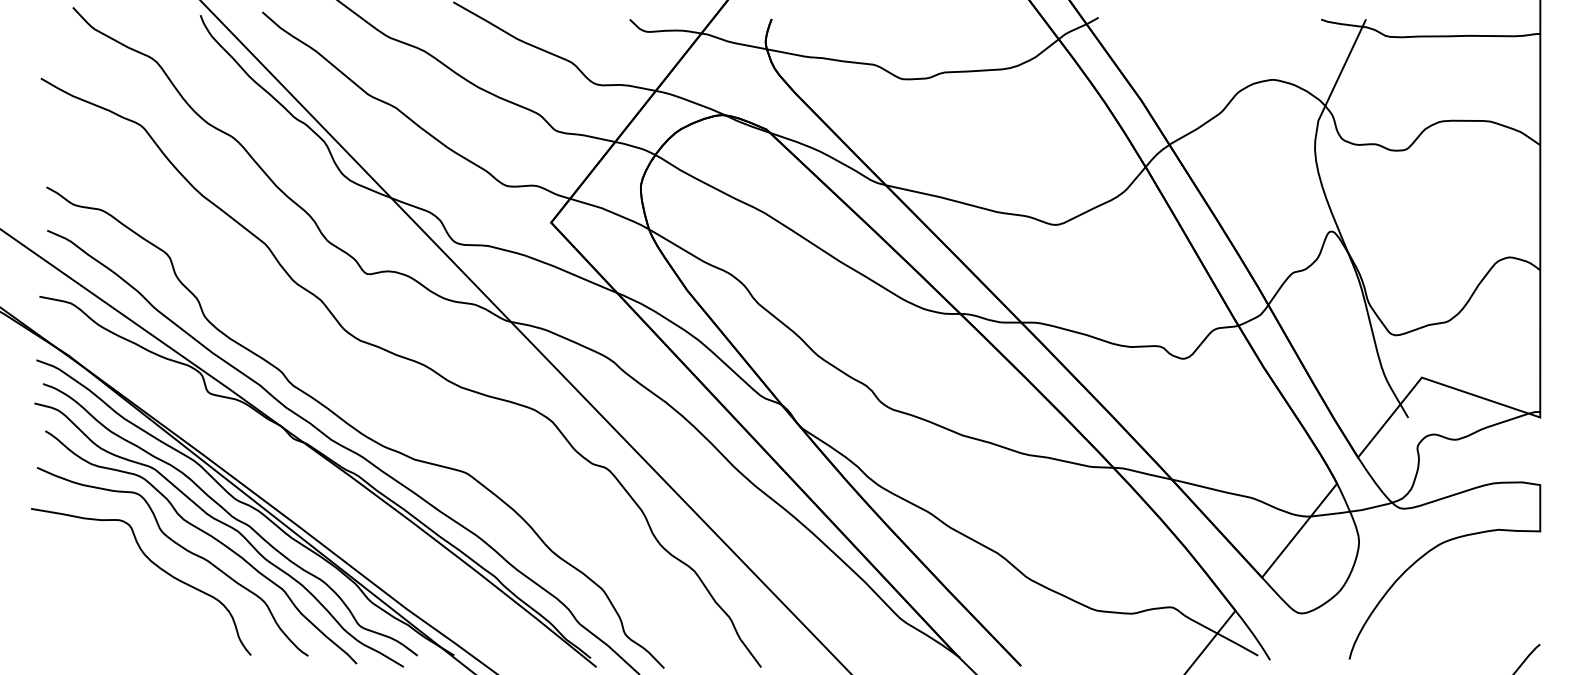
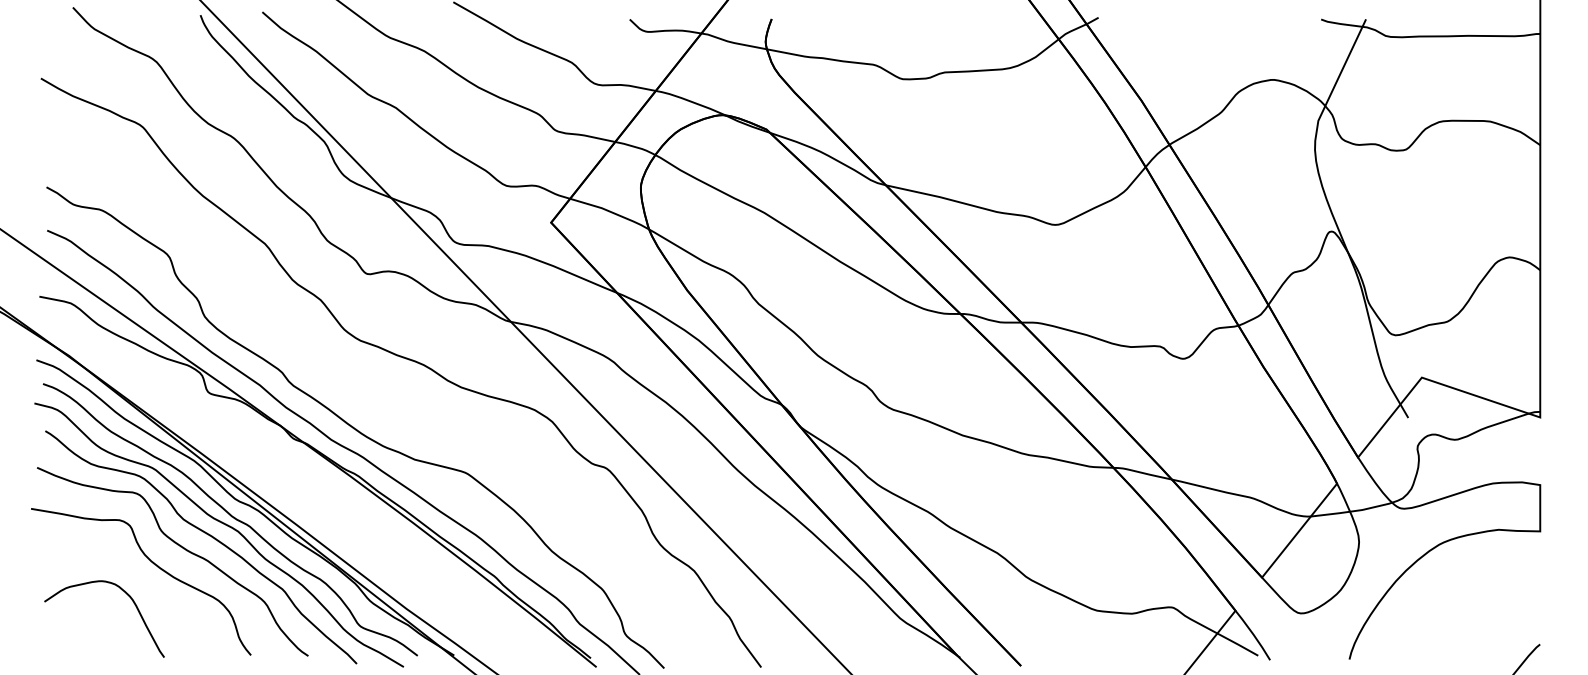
curve at (131, 600): none -> present
